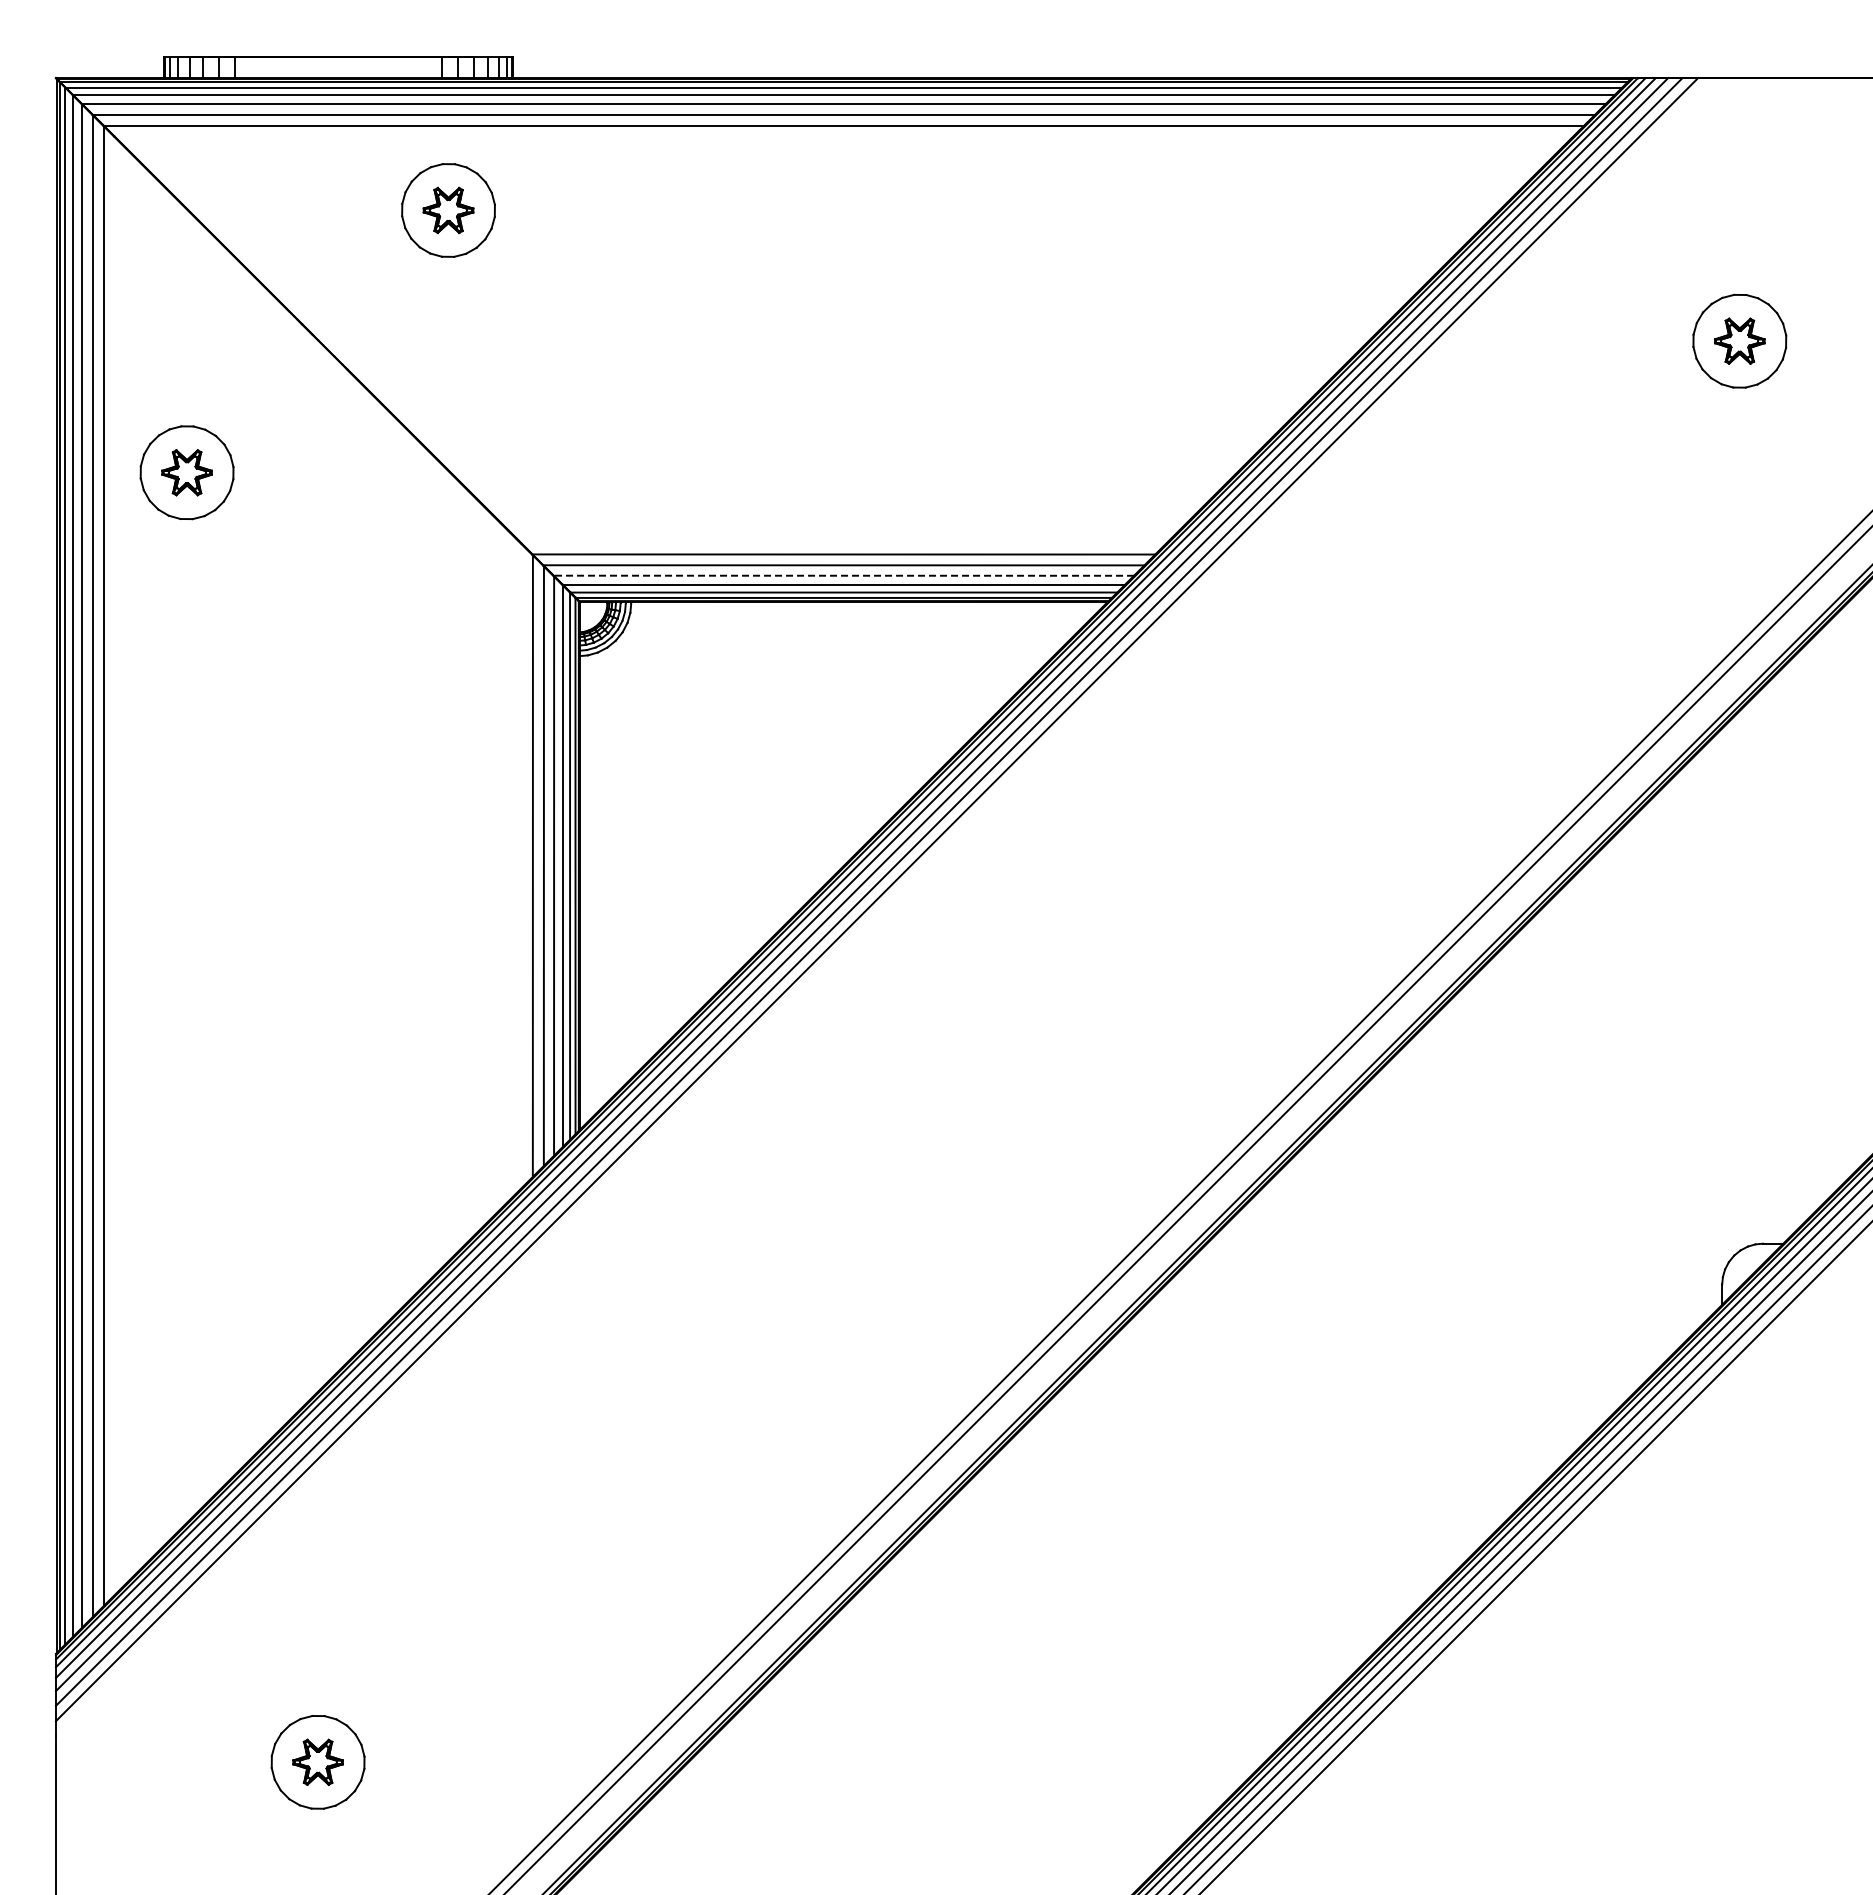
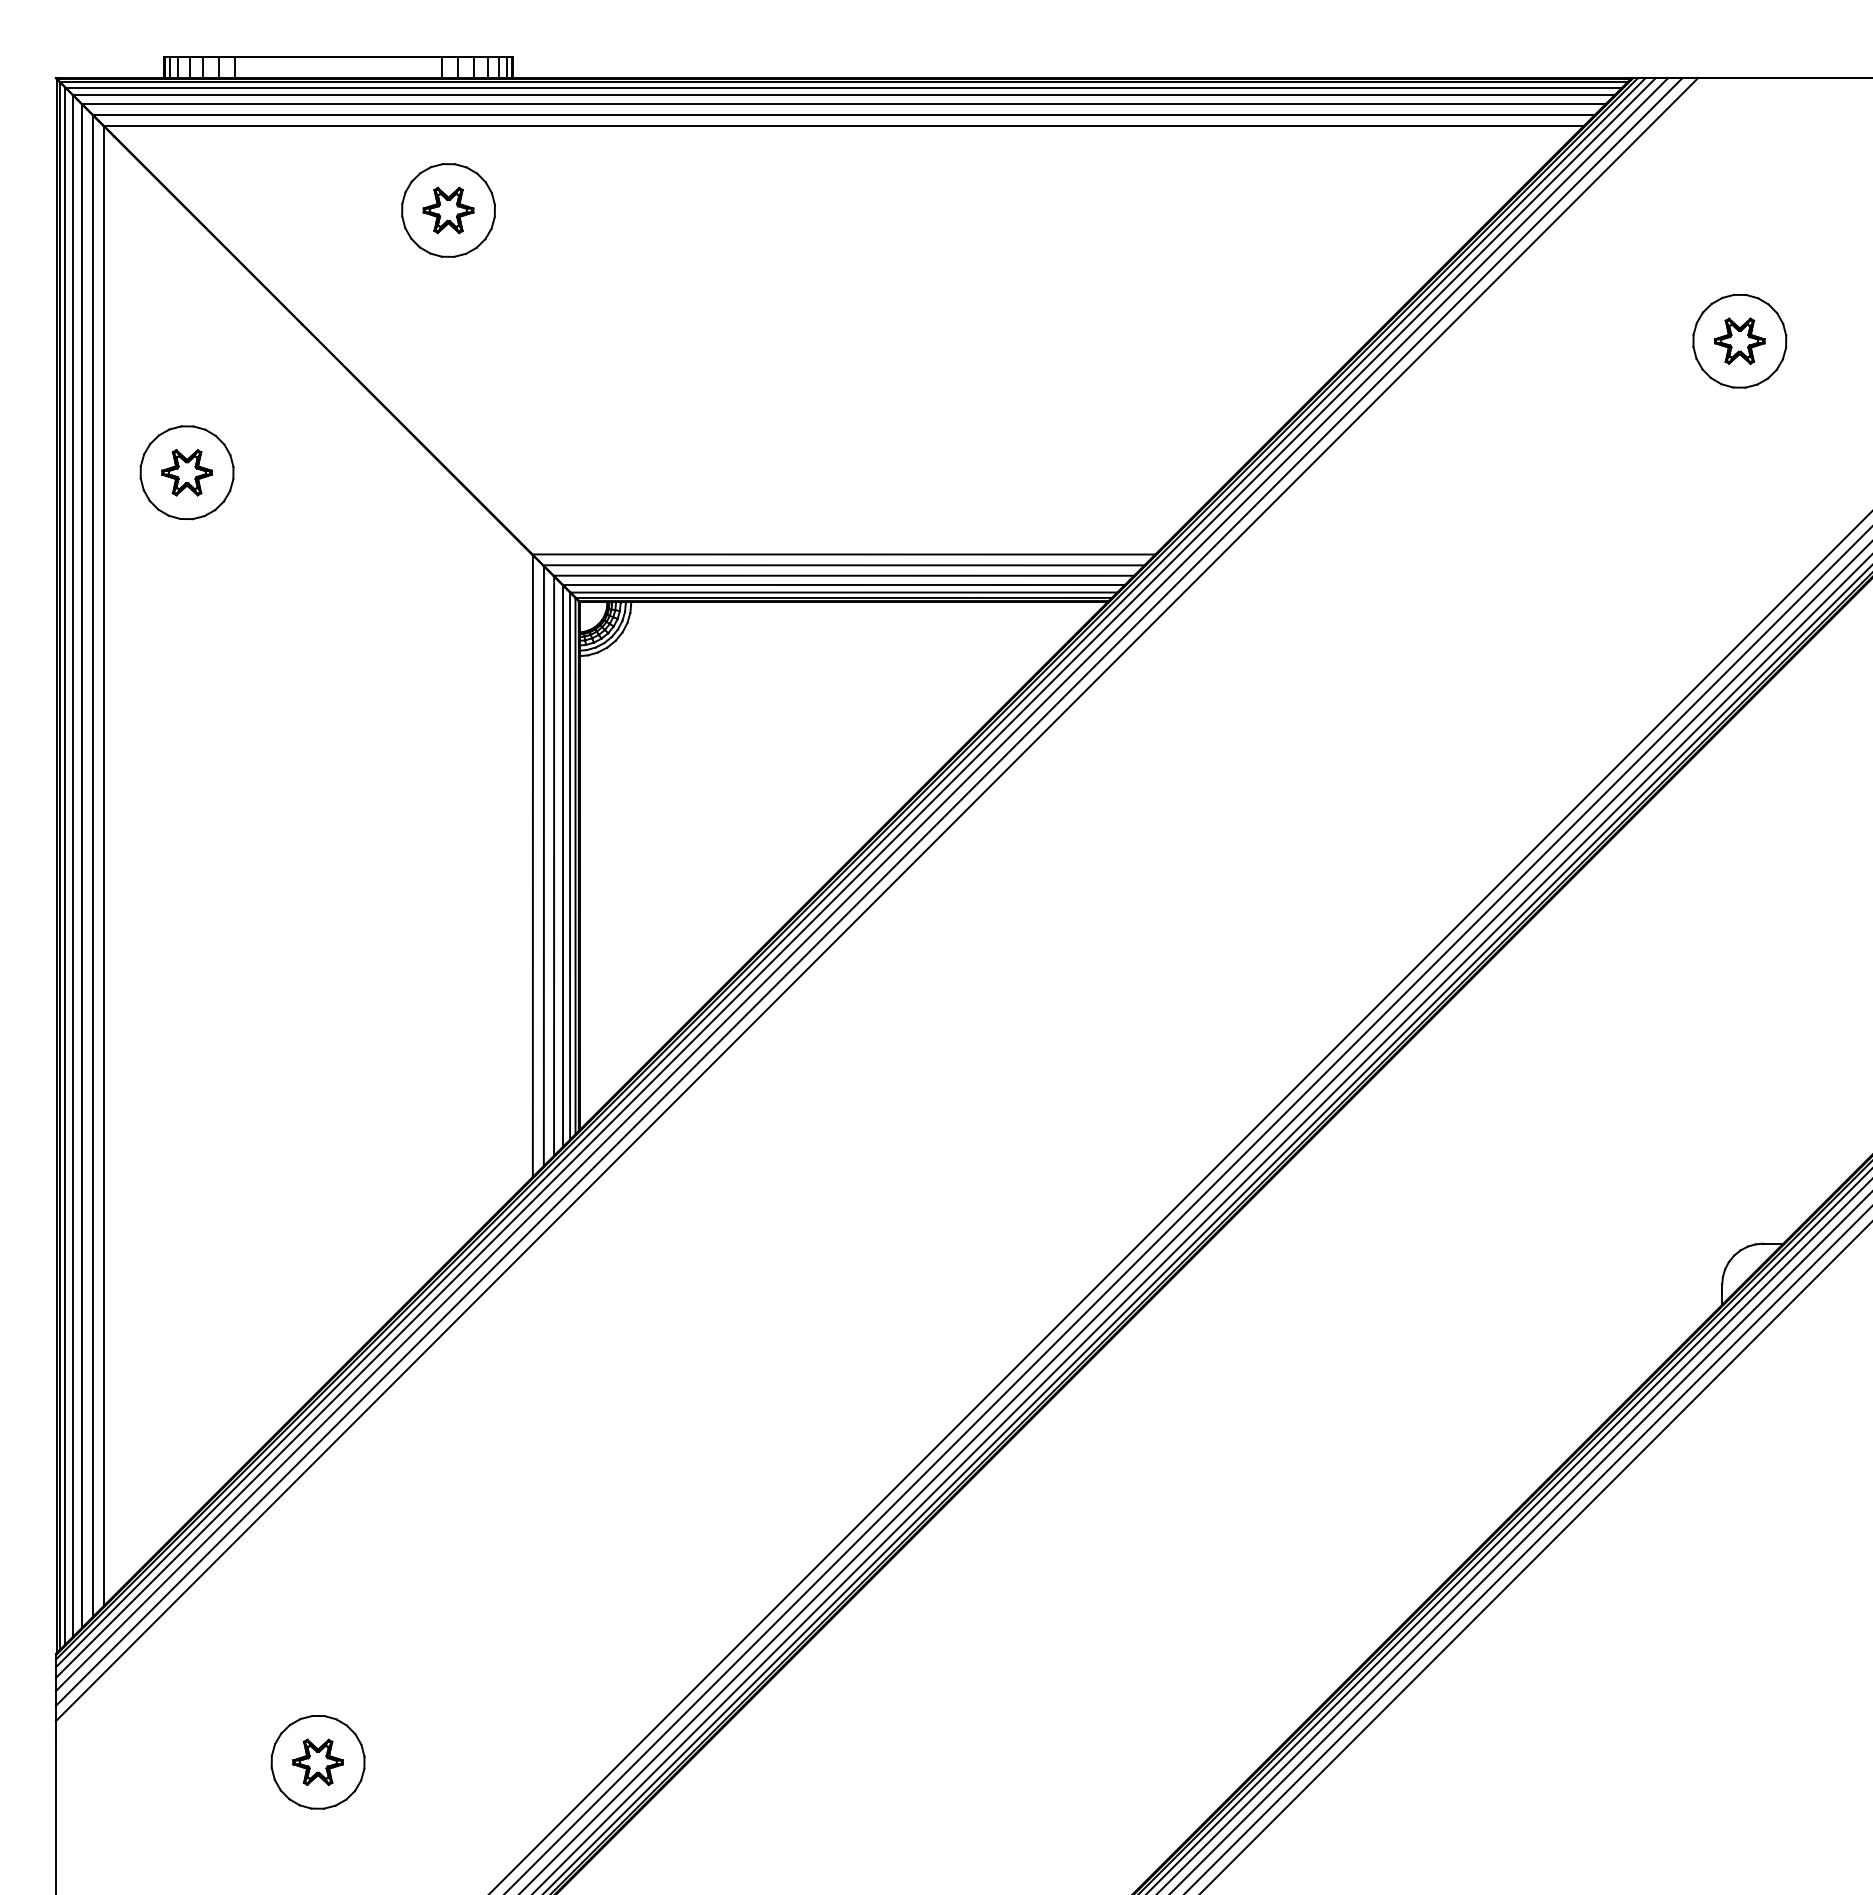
line at (843, 575): dashed -> solid
line at (1195, 1217): none -> present
line at (1201, 1223): none -> present
